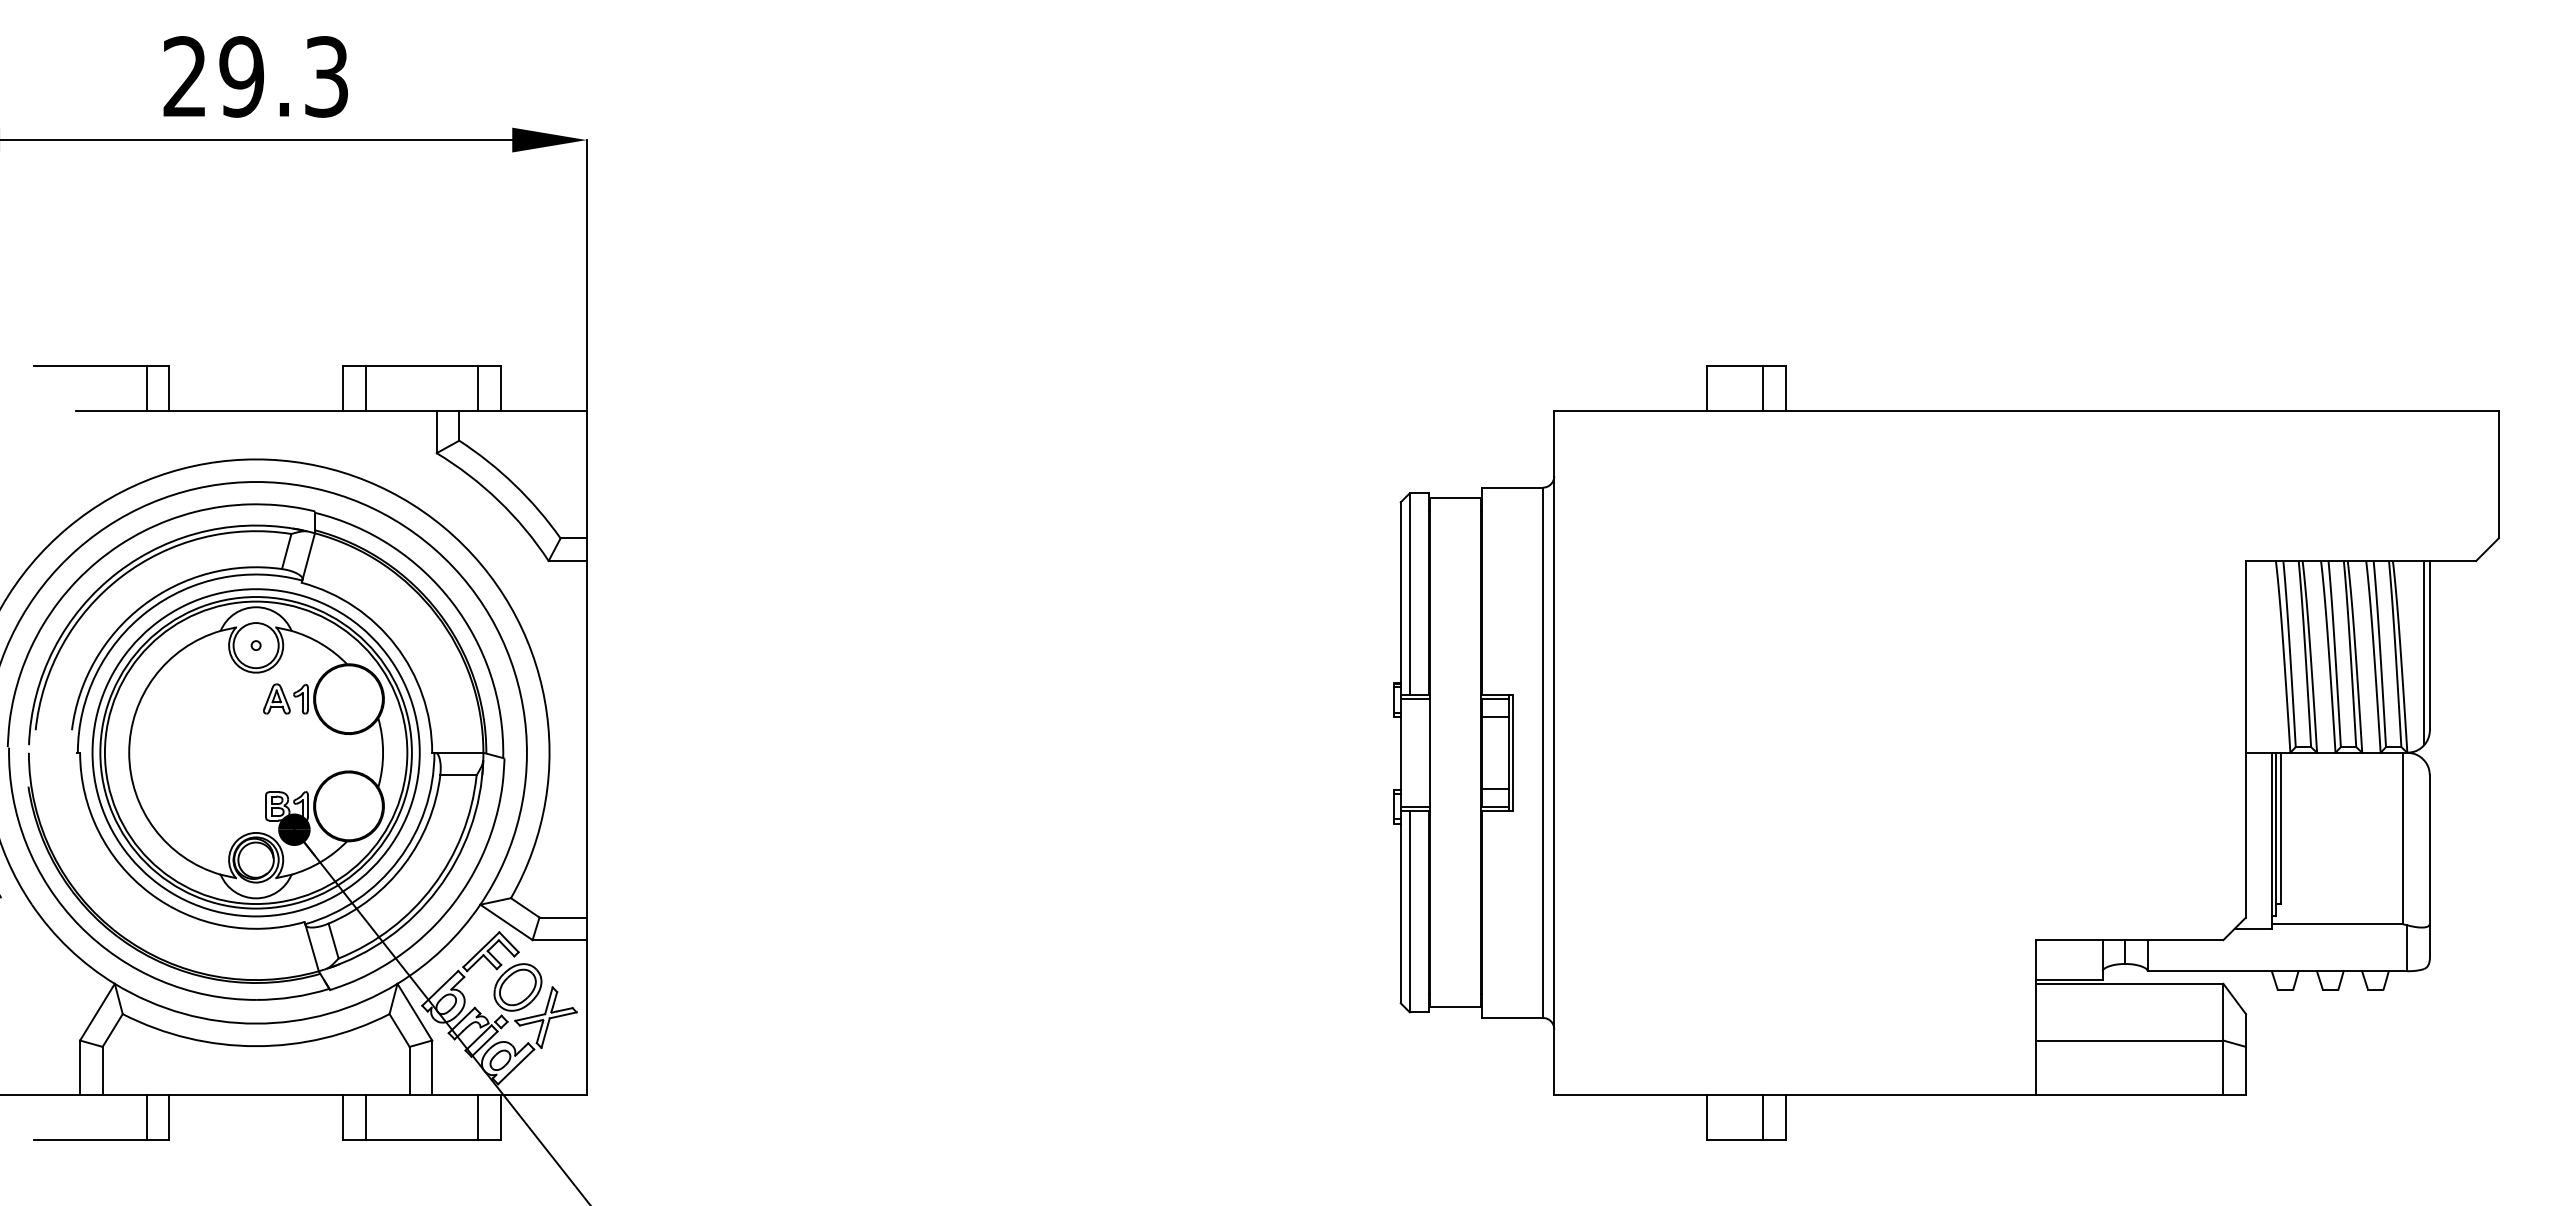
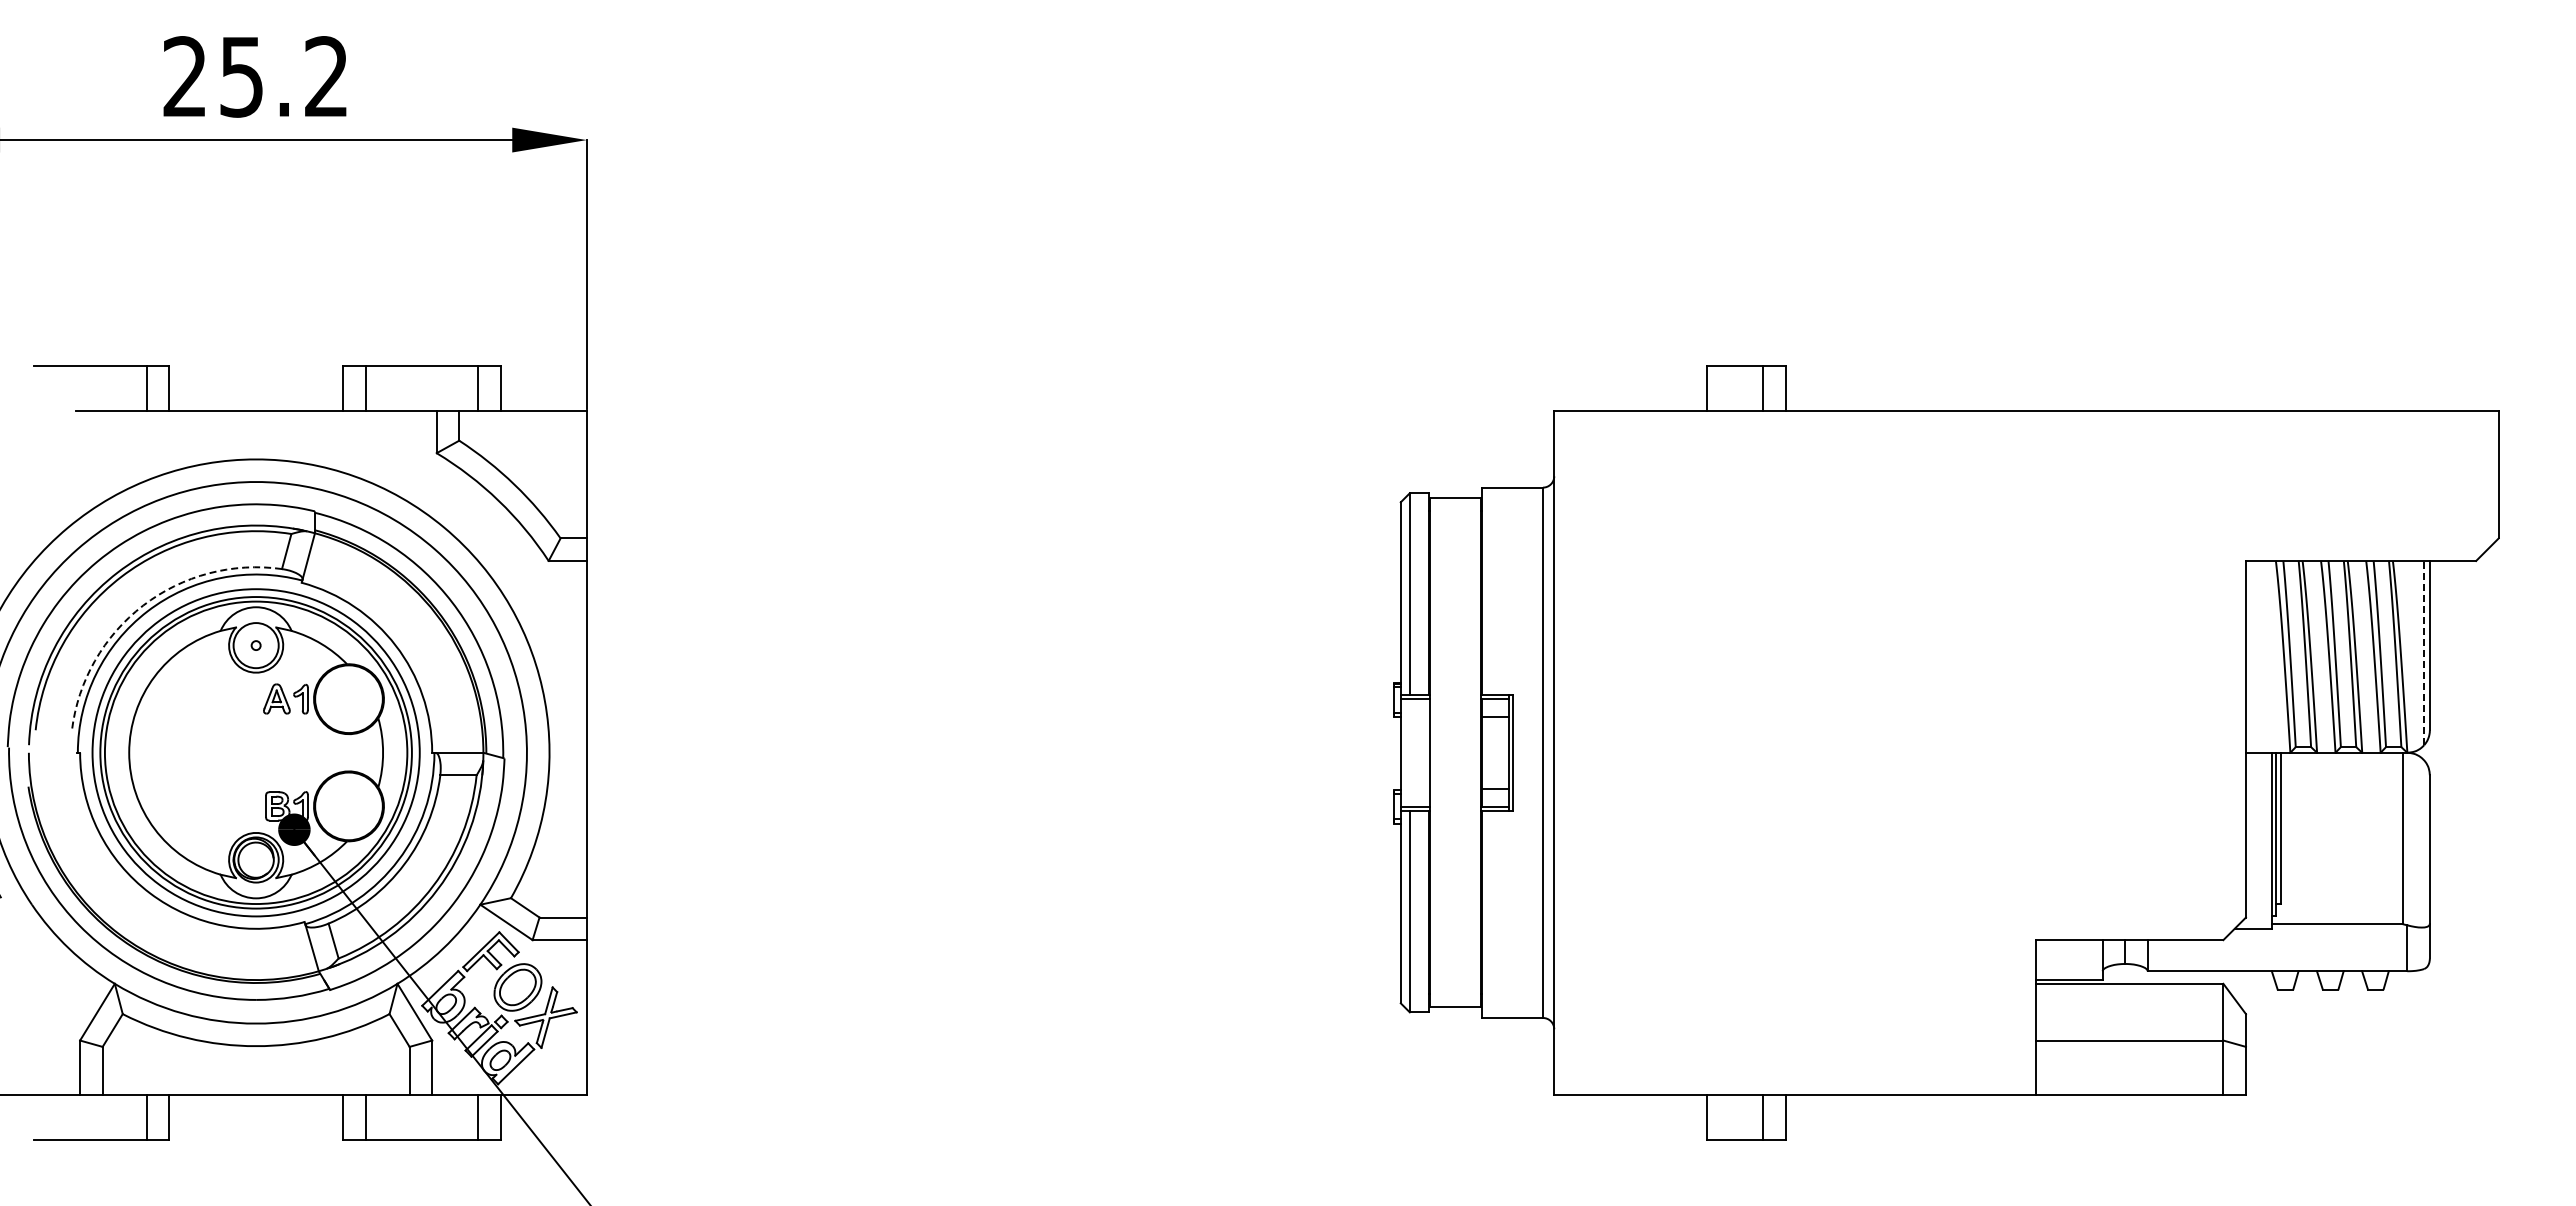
text at (283, 76): 29.3 -> 25.2
arc at (143, 605): solid -> dashed
line at (2424, 652): solid -> dashed
